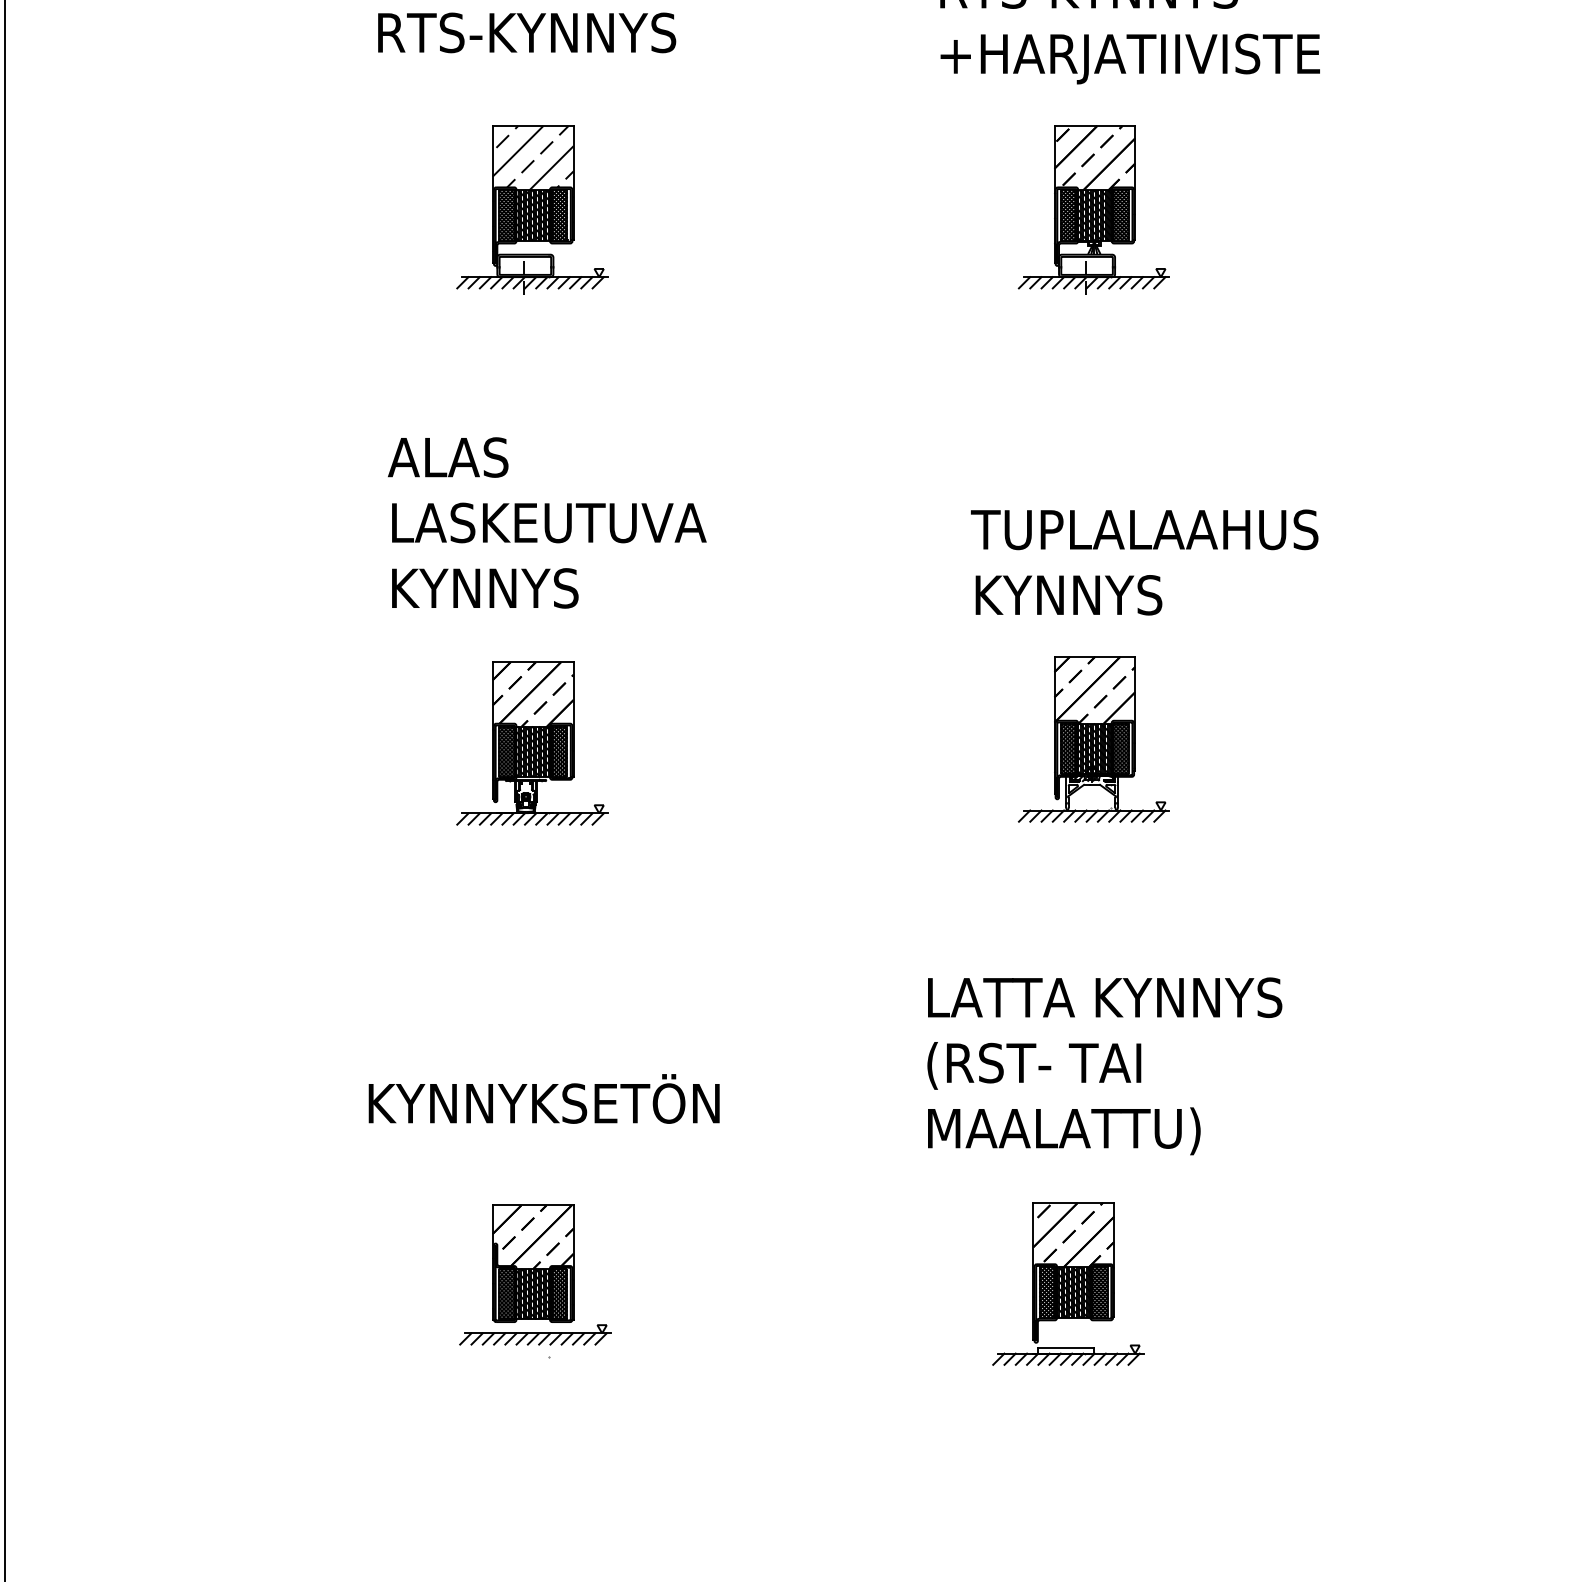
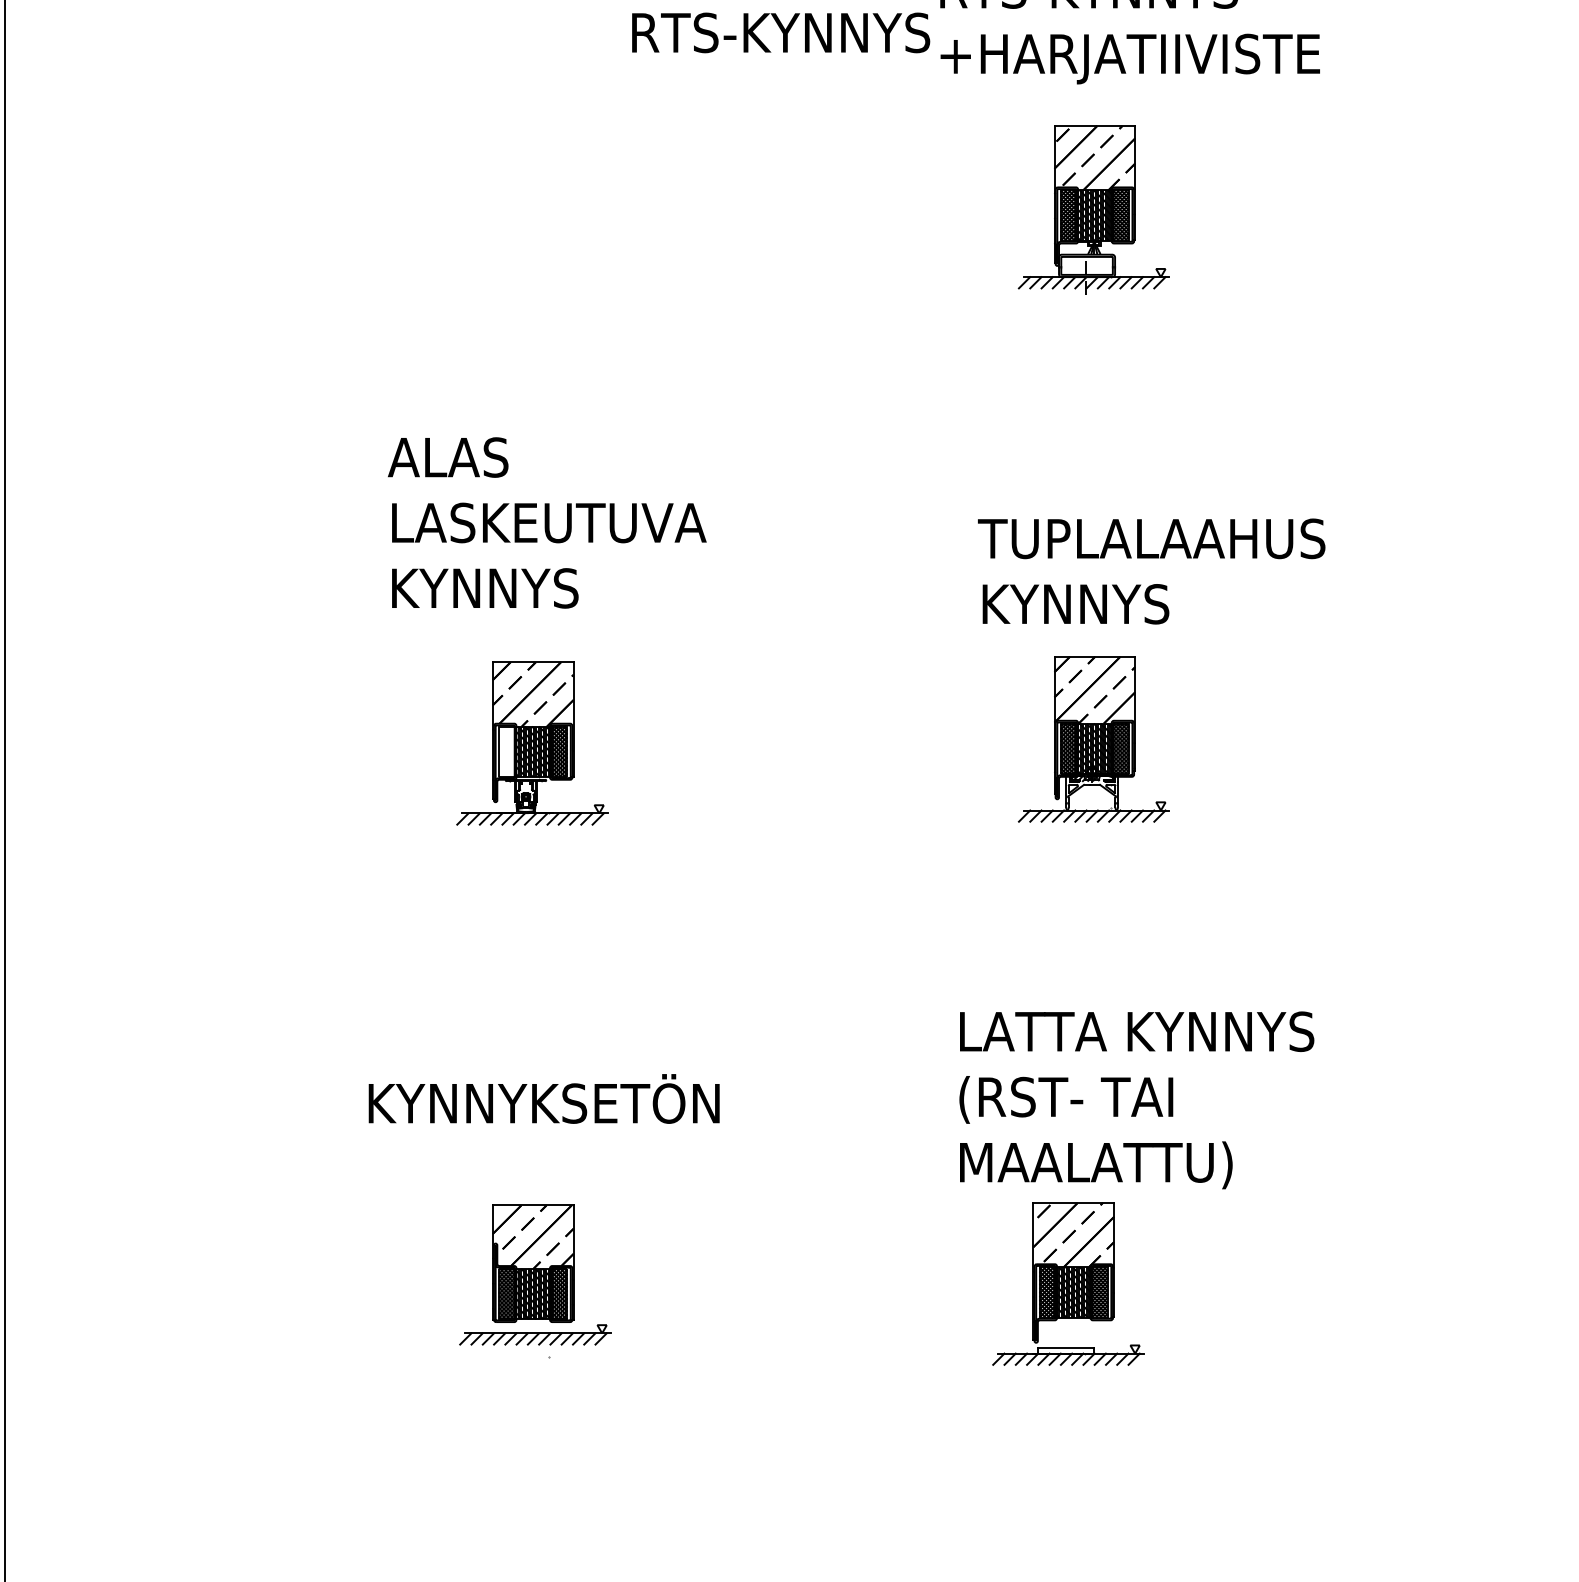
text at (527, 32) position: (527, 32) -> (781, 32)
part at (532, 209): present -> none
text at (1144, 562) position: (1144, 562) -> (1151, 571)
hatch at (506, 751): present -> none
text at (1104, 1066) position: (1104, 1066) -> (1136, 1100)
